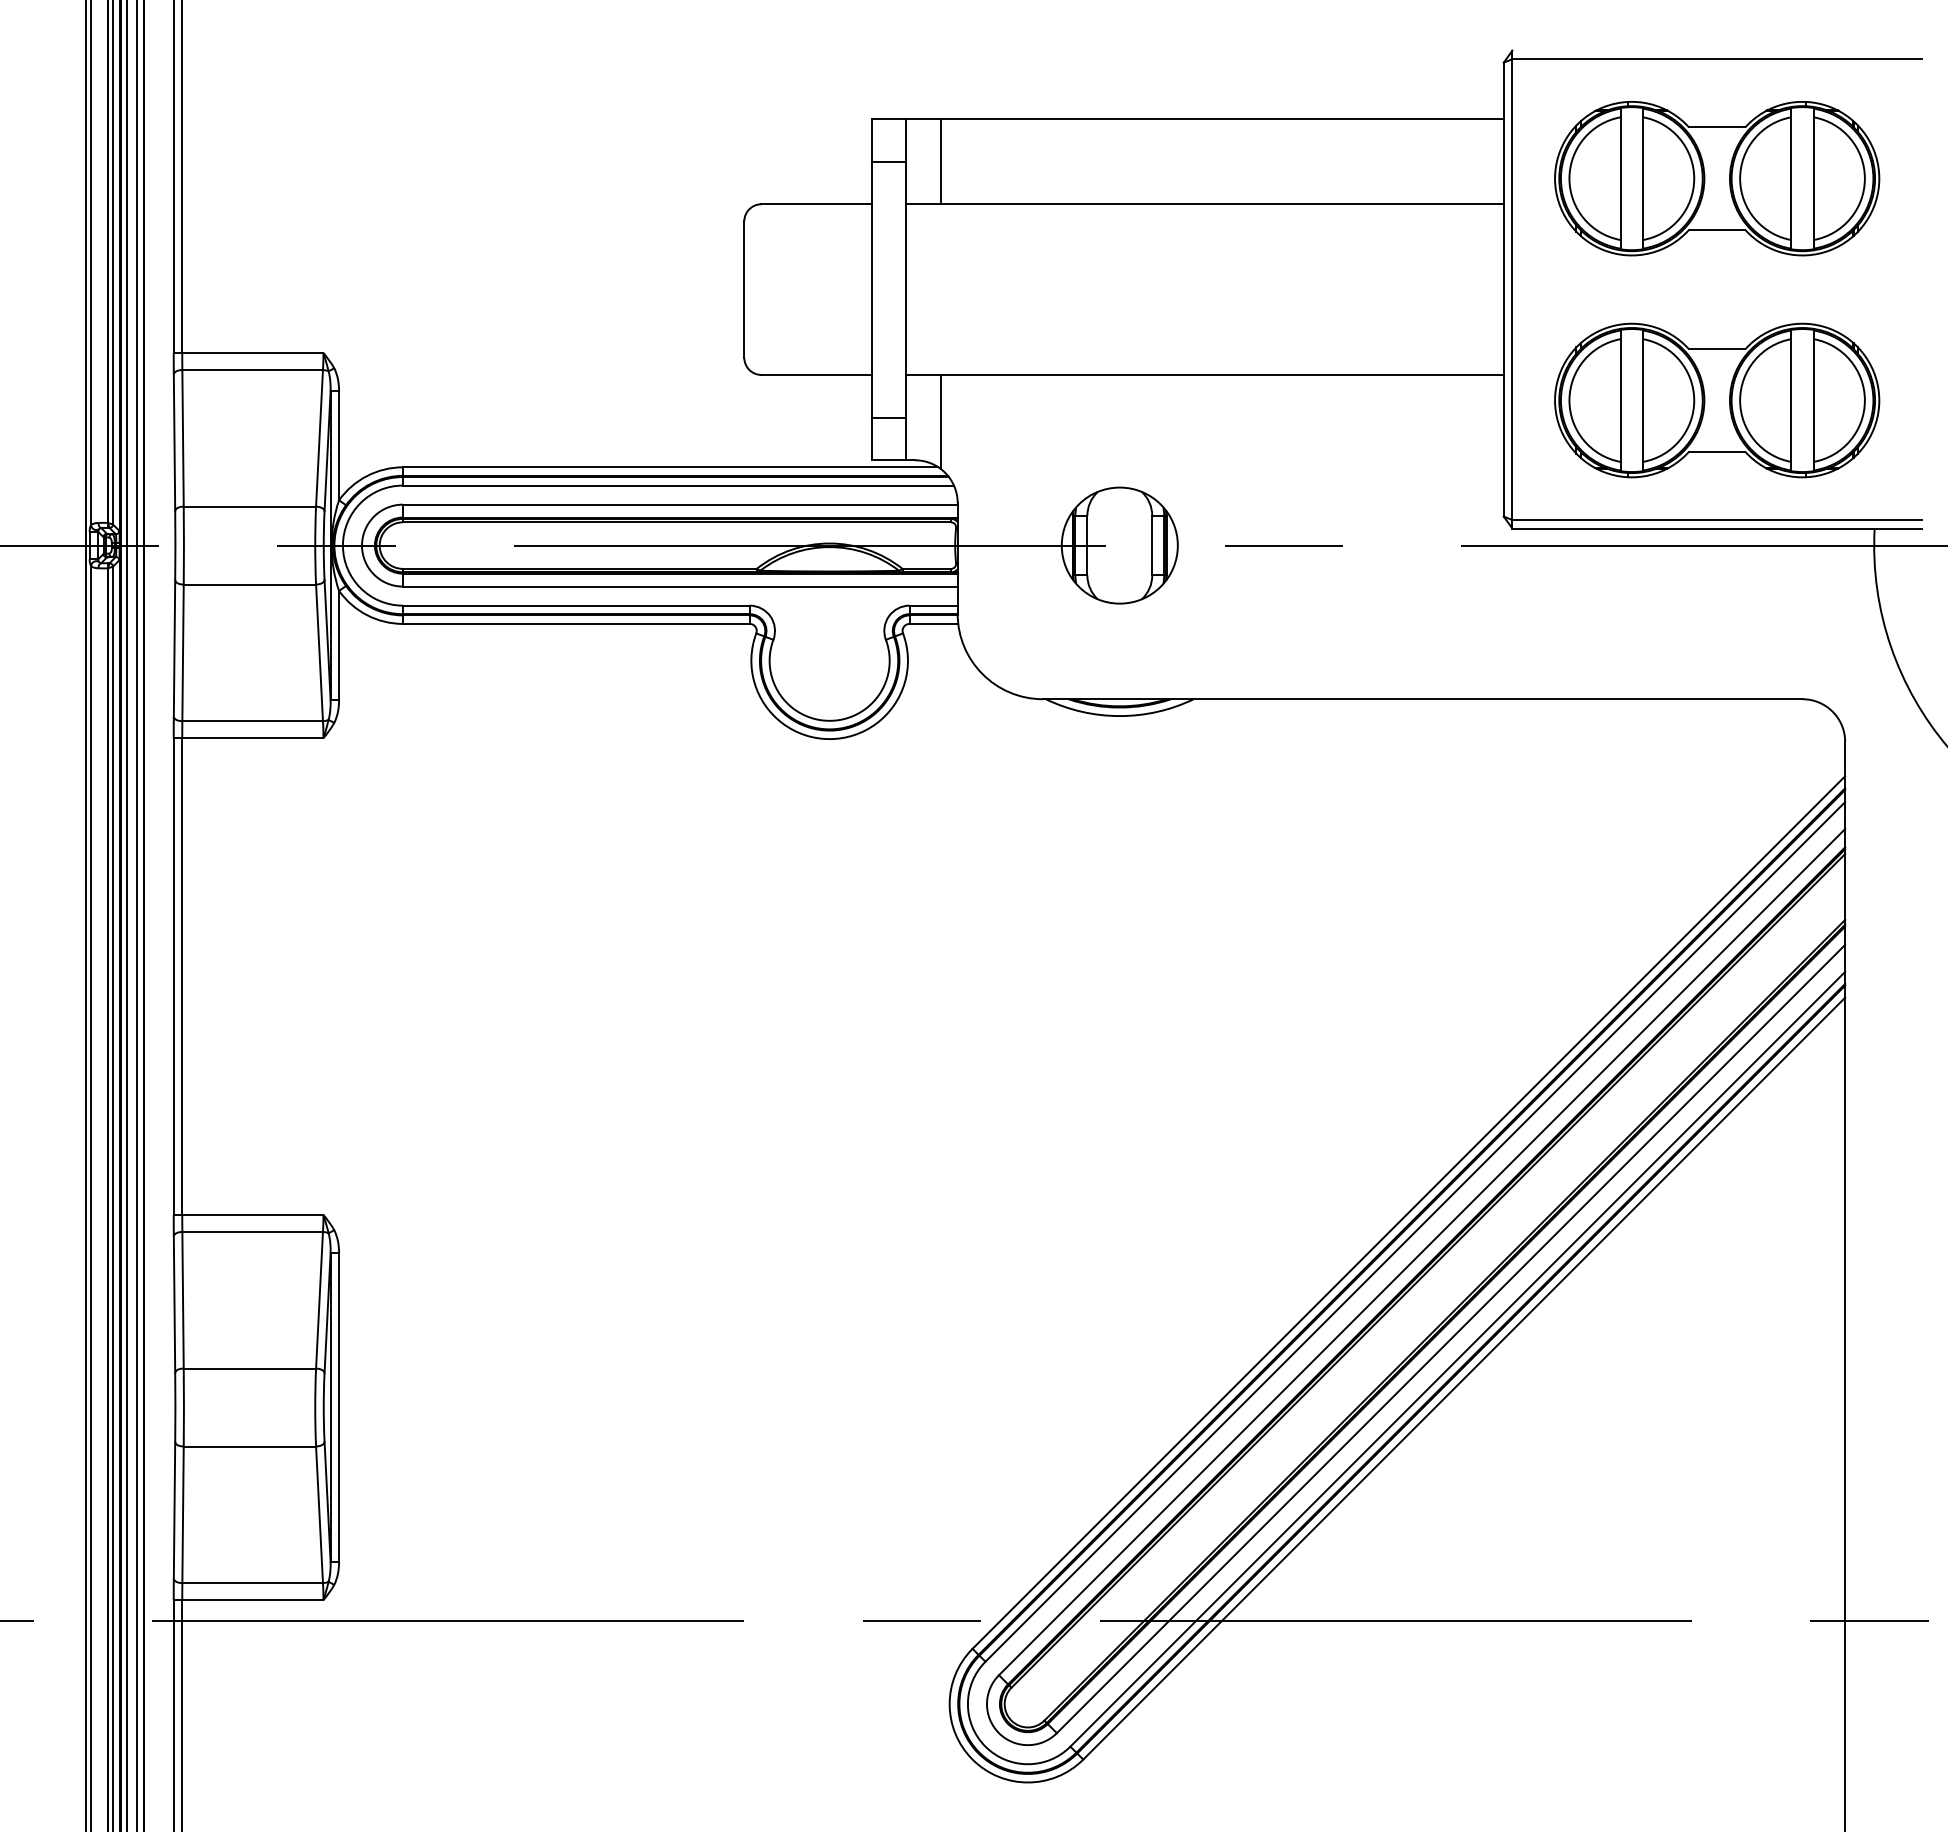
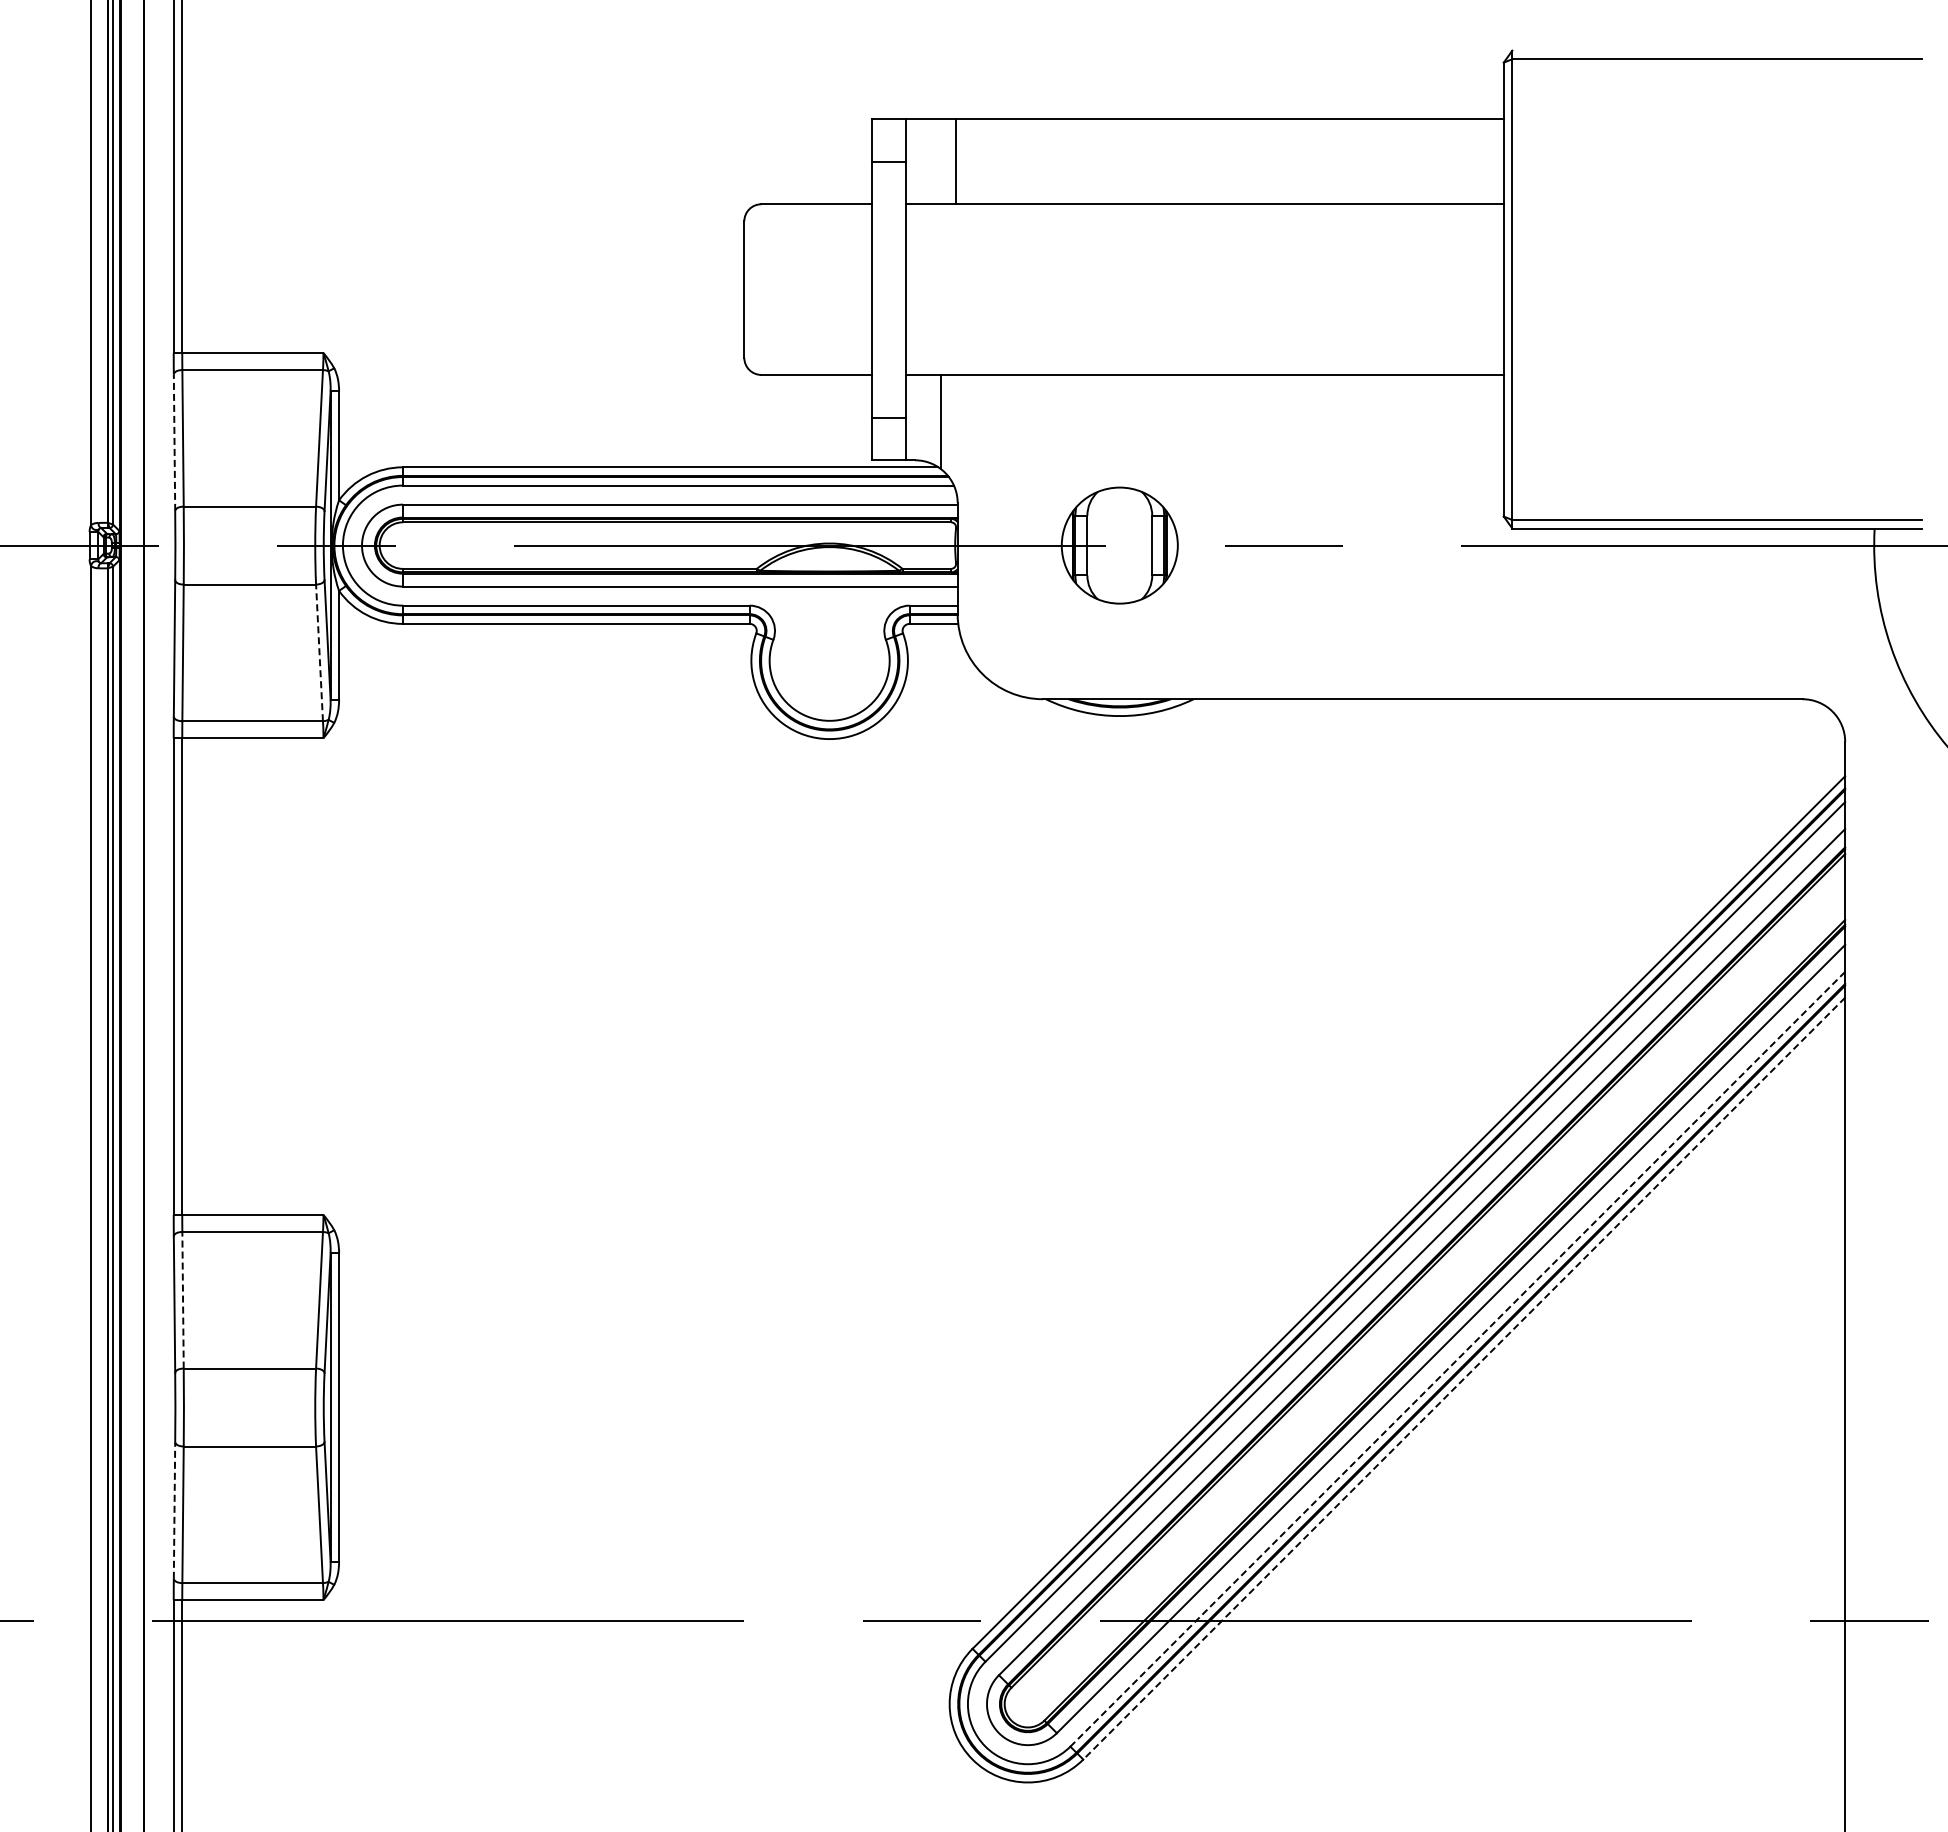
line at (940, 161) position: (940, 161) -> (955, 161)
part at (1717, 178): present -> none
part at (1717, 400): present -> none
line at (174, 442): solid -> dashed
line at (319, 652): solid -> dashed
line at (86, 915): present -> none
line at (126, 915): present -> none
line at (136, 915): present -> none
line at (183, 1299): solid -> dashed
line at (1457, 1359): solid -> dashed
line at (1464, 1378): solid -> dashed
line at (174, 1510): solid -> dashed
